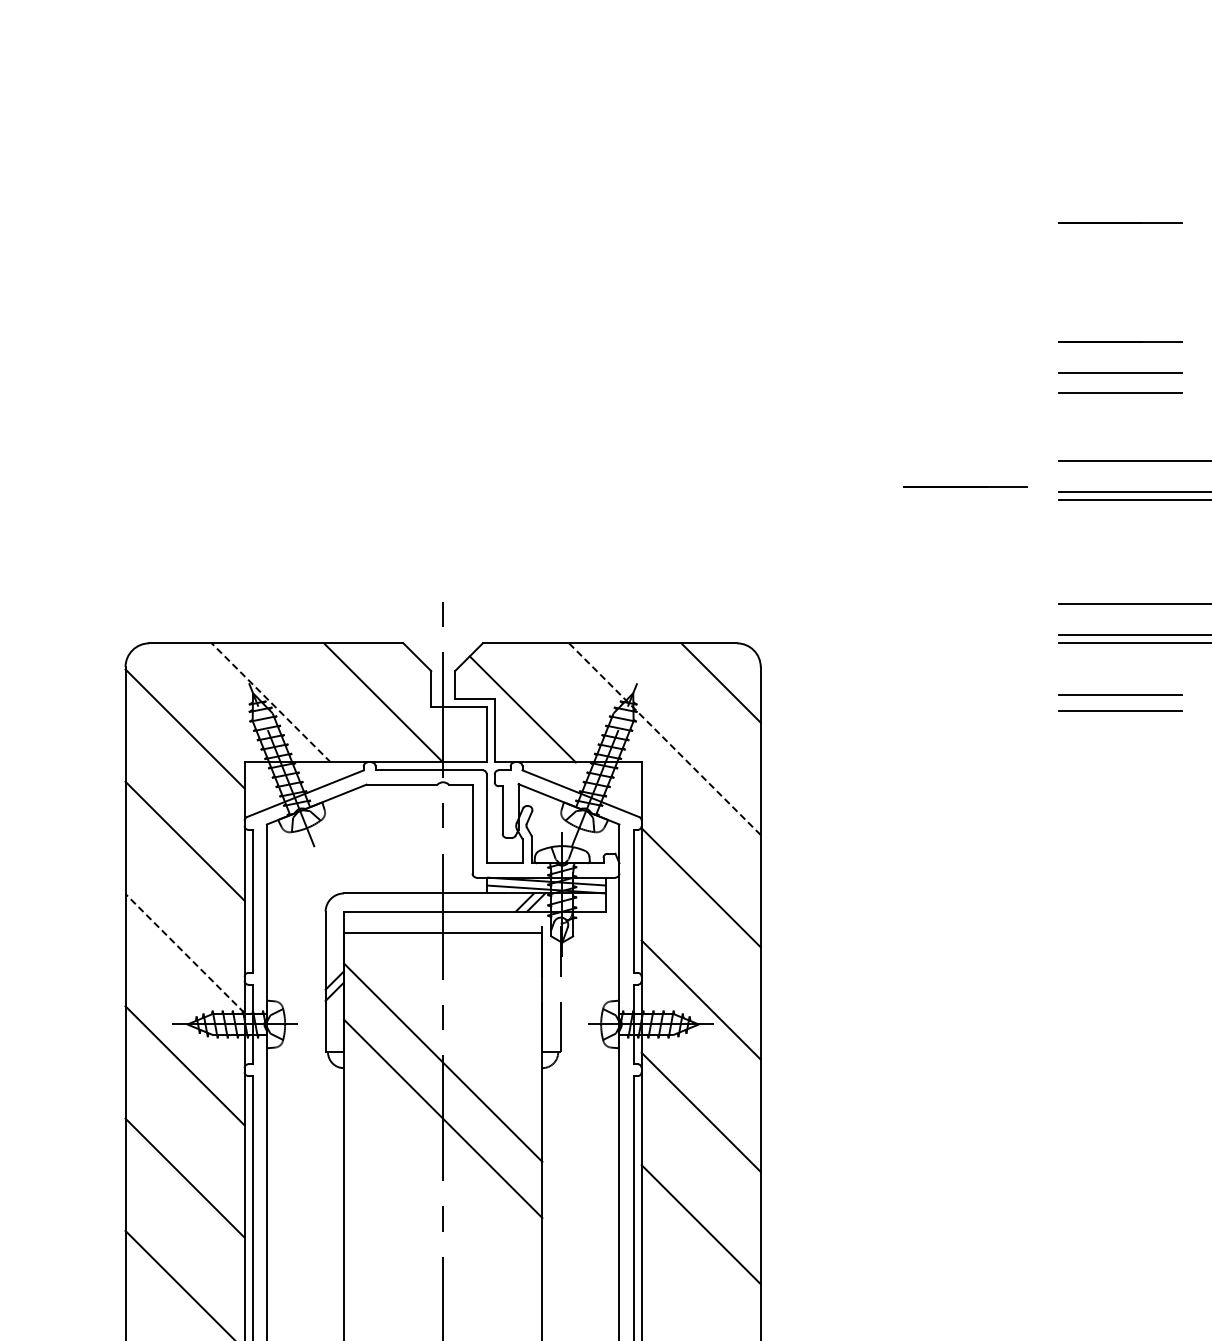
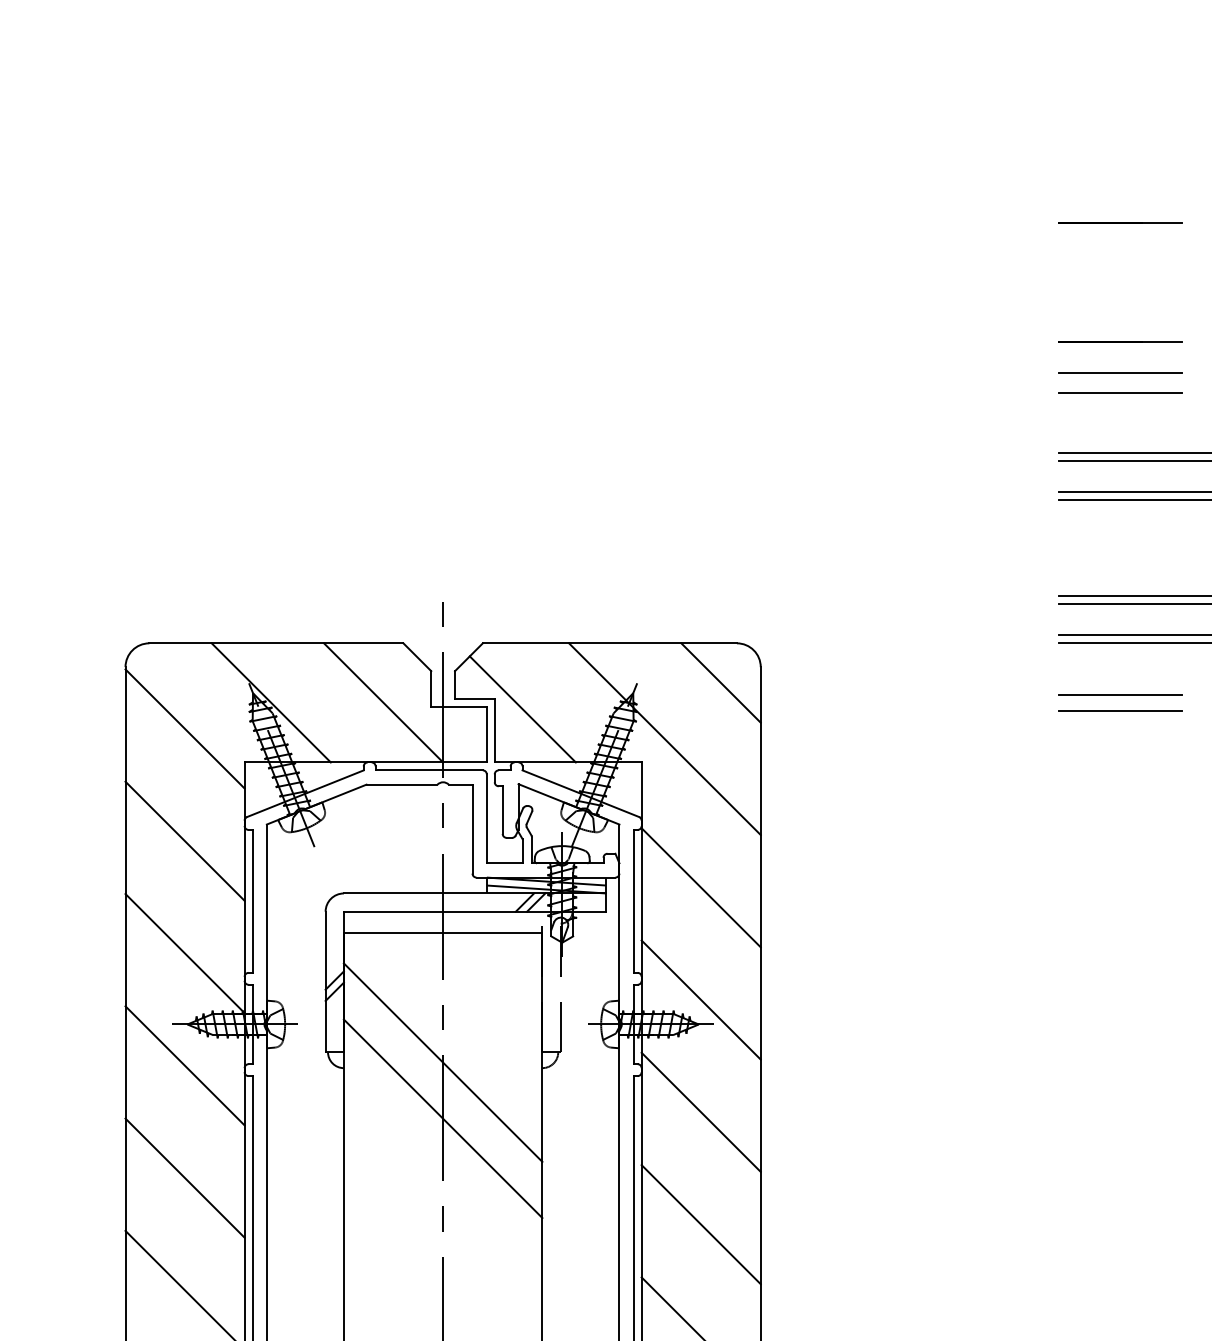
line at (1133, 452): none -> present
line at (965, 486): present -> none
line at (1133, 595): none -> present
line at (270, 702): dashed -> solid
line at (664, 739): dashed -> solid
line at (184, 953): dashed -> solid
line at (671, 1307): none -> present
